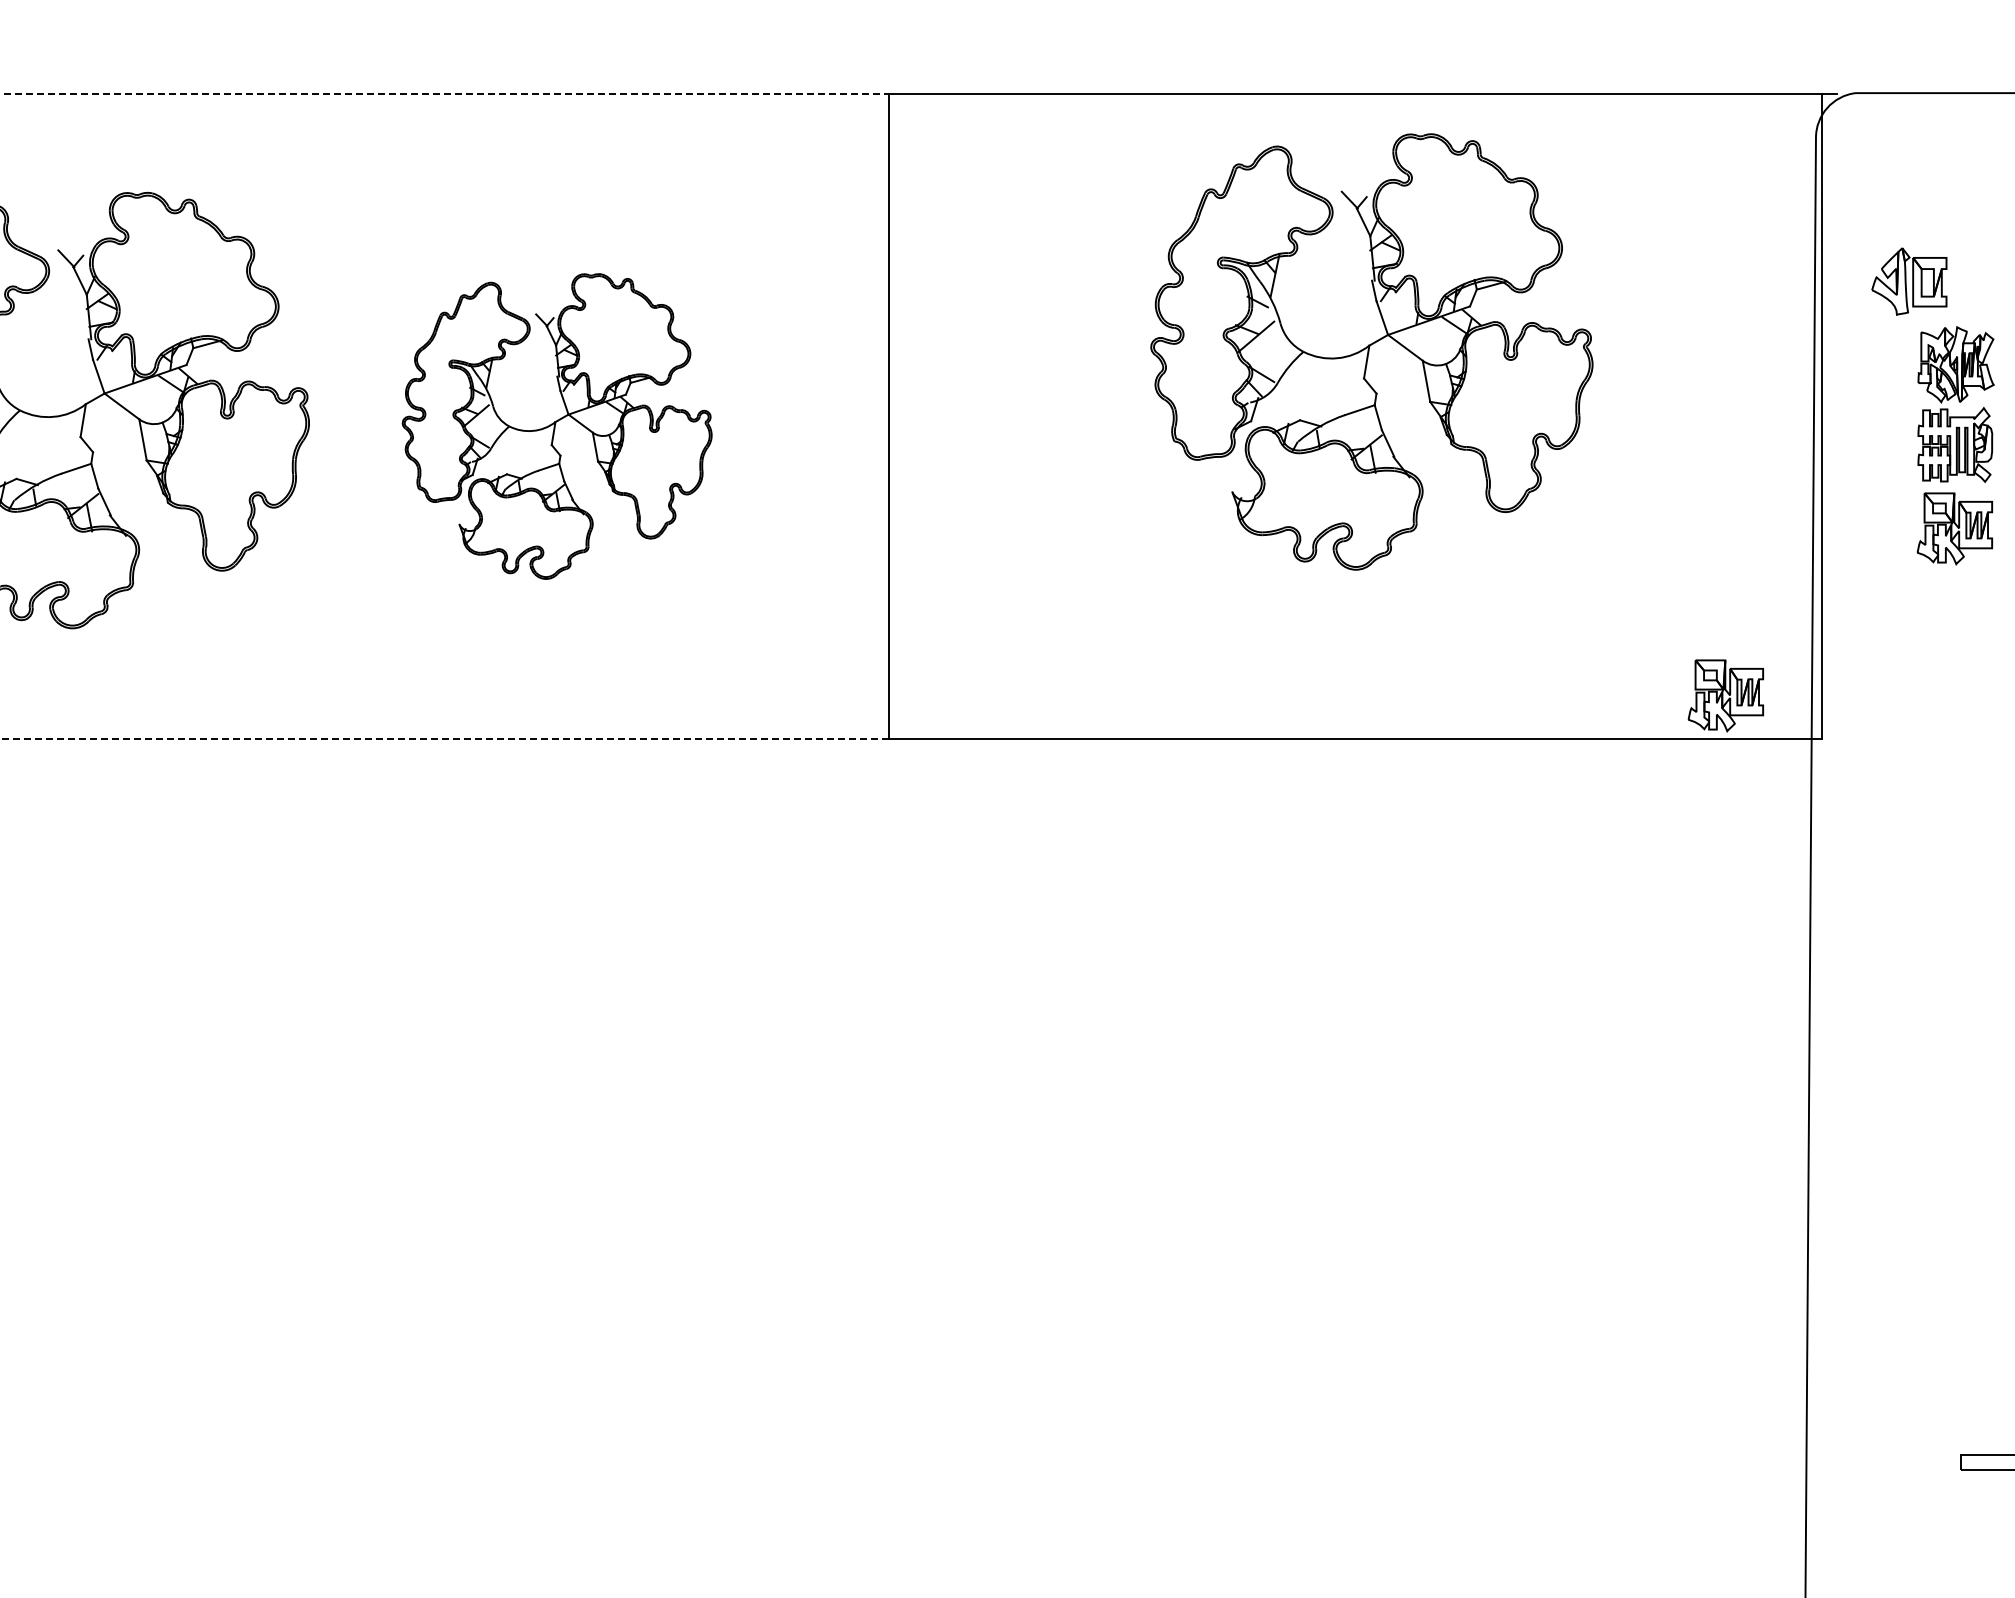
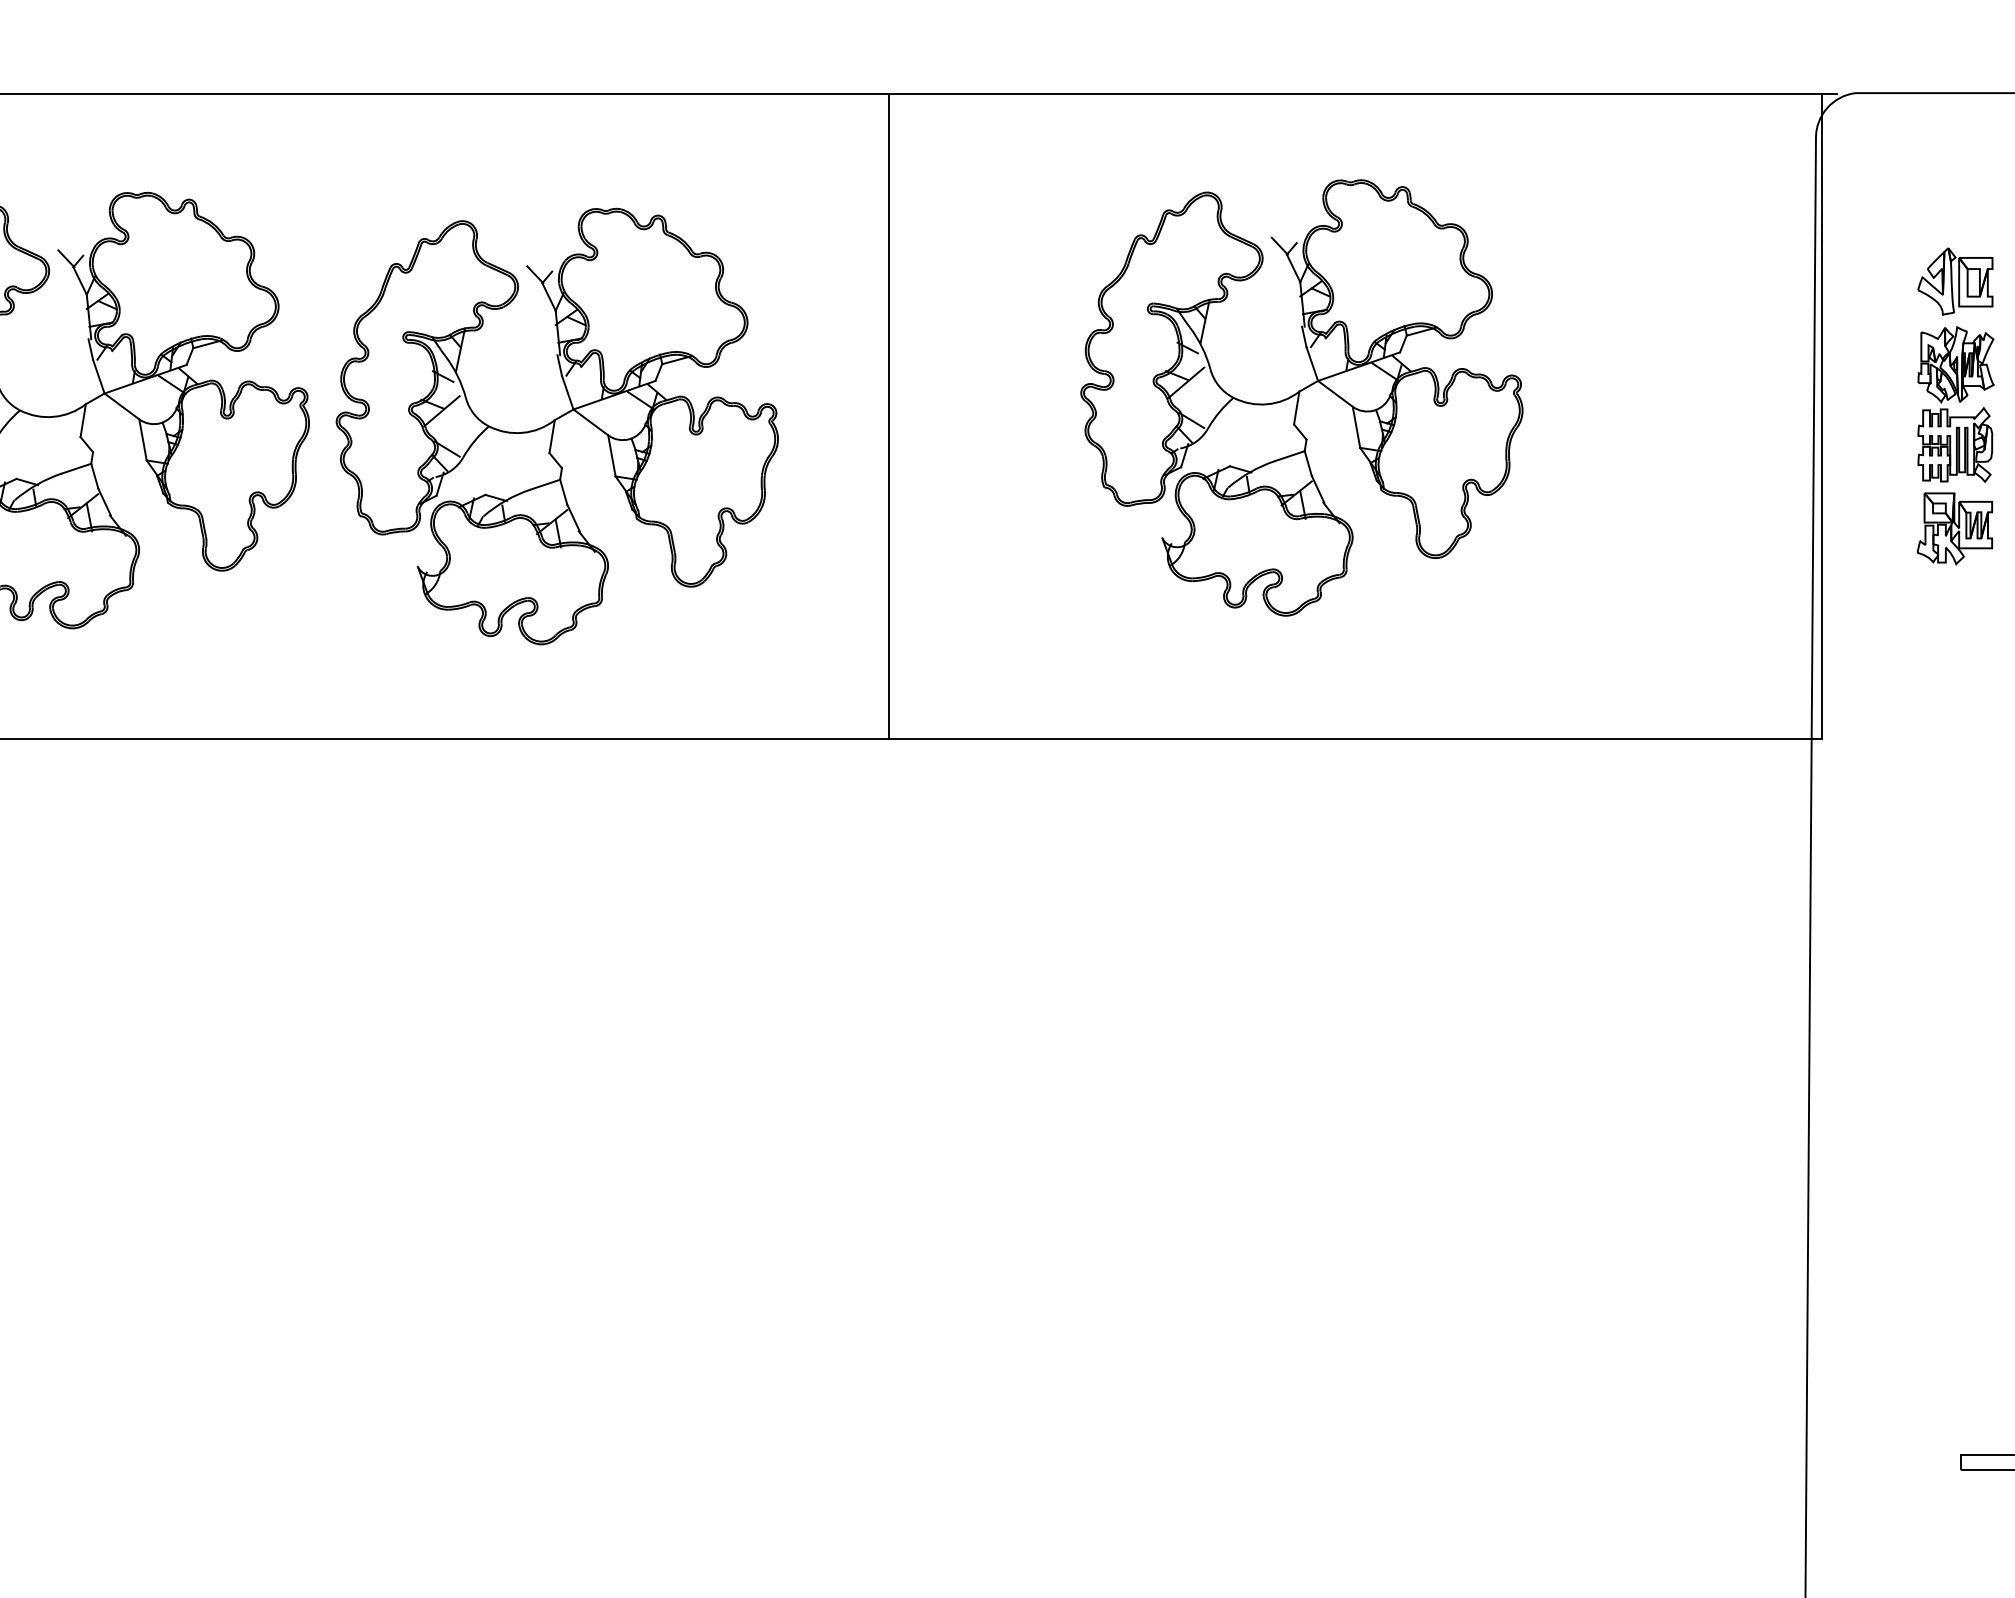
line at (445, 93): dashed -> solid
part at (1909, 281) position: (1909, 281) -> (1955, 281)
part at (1371, 351) position: (1371, 351) -> (1301, 397)
part at (556, 426) size: 312x307 px -> 444x439 px
part at (1725, 695): present -> none
line at (444, 739): dashed -> solid
